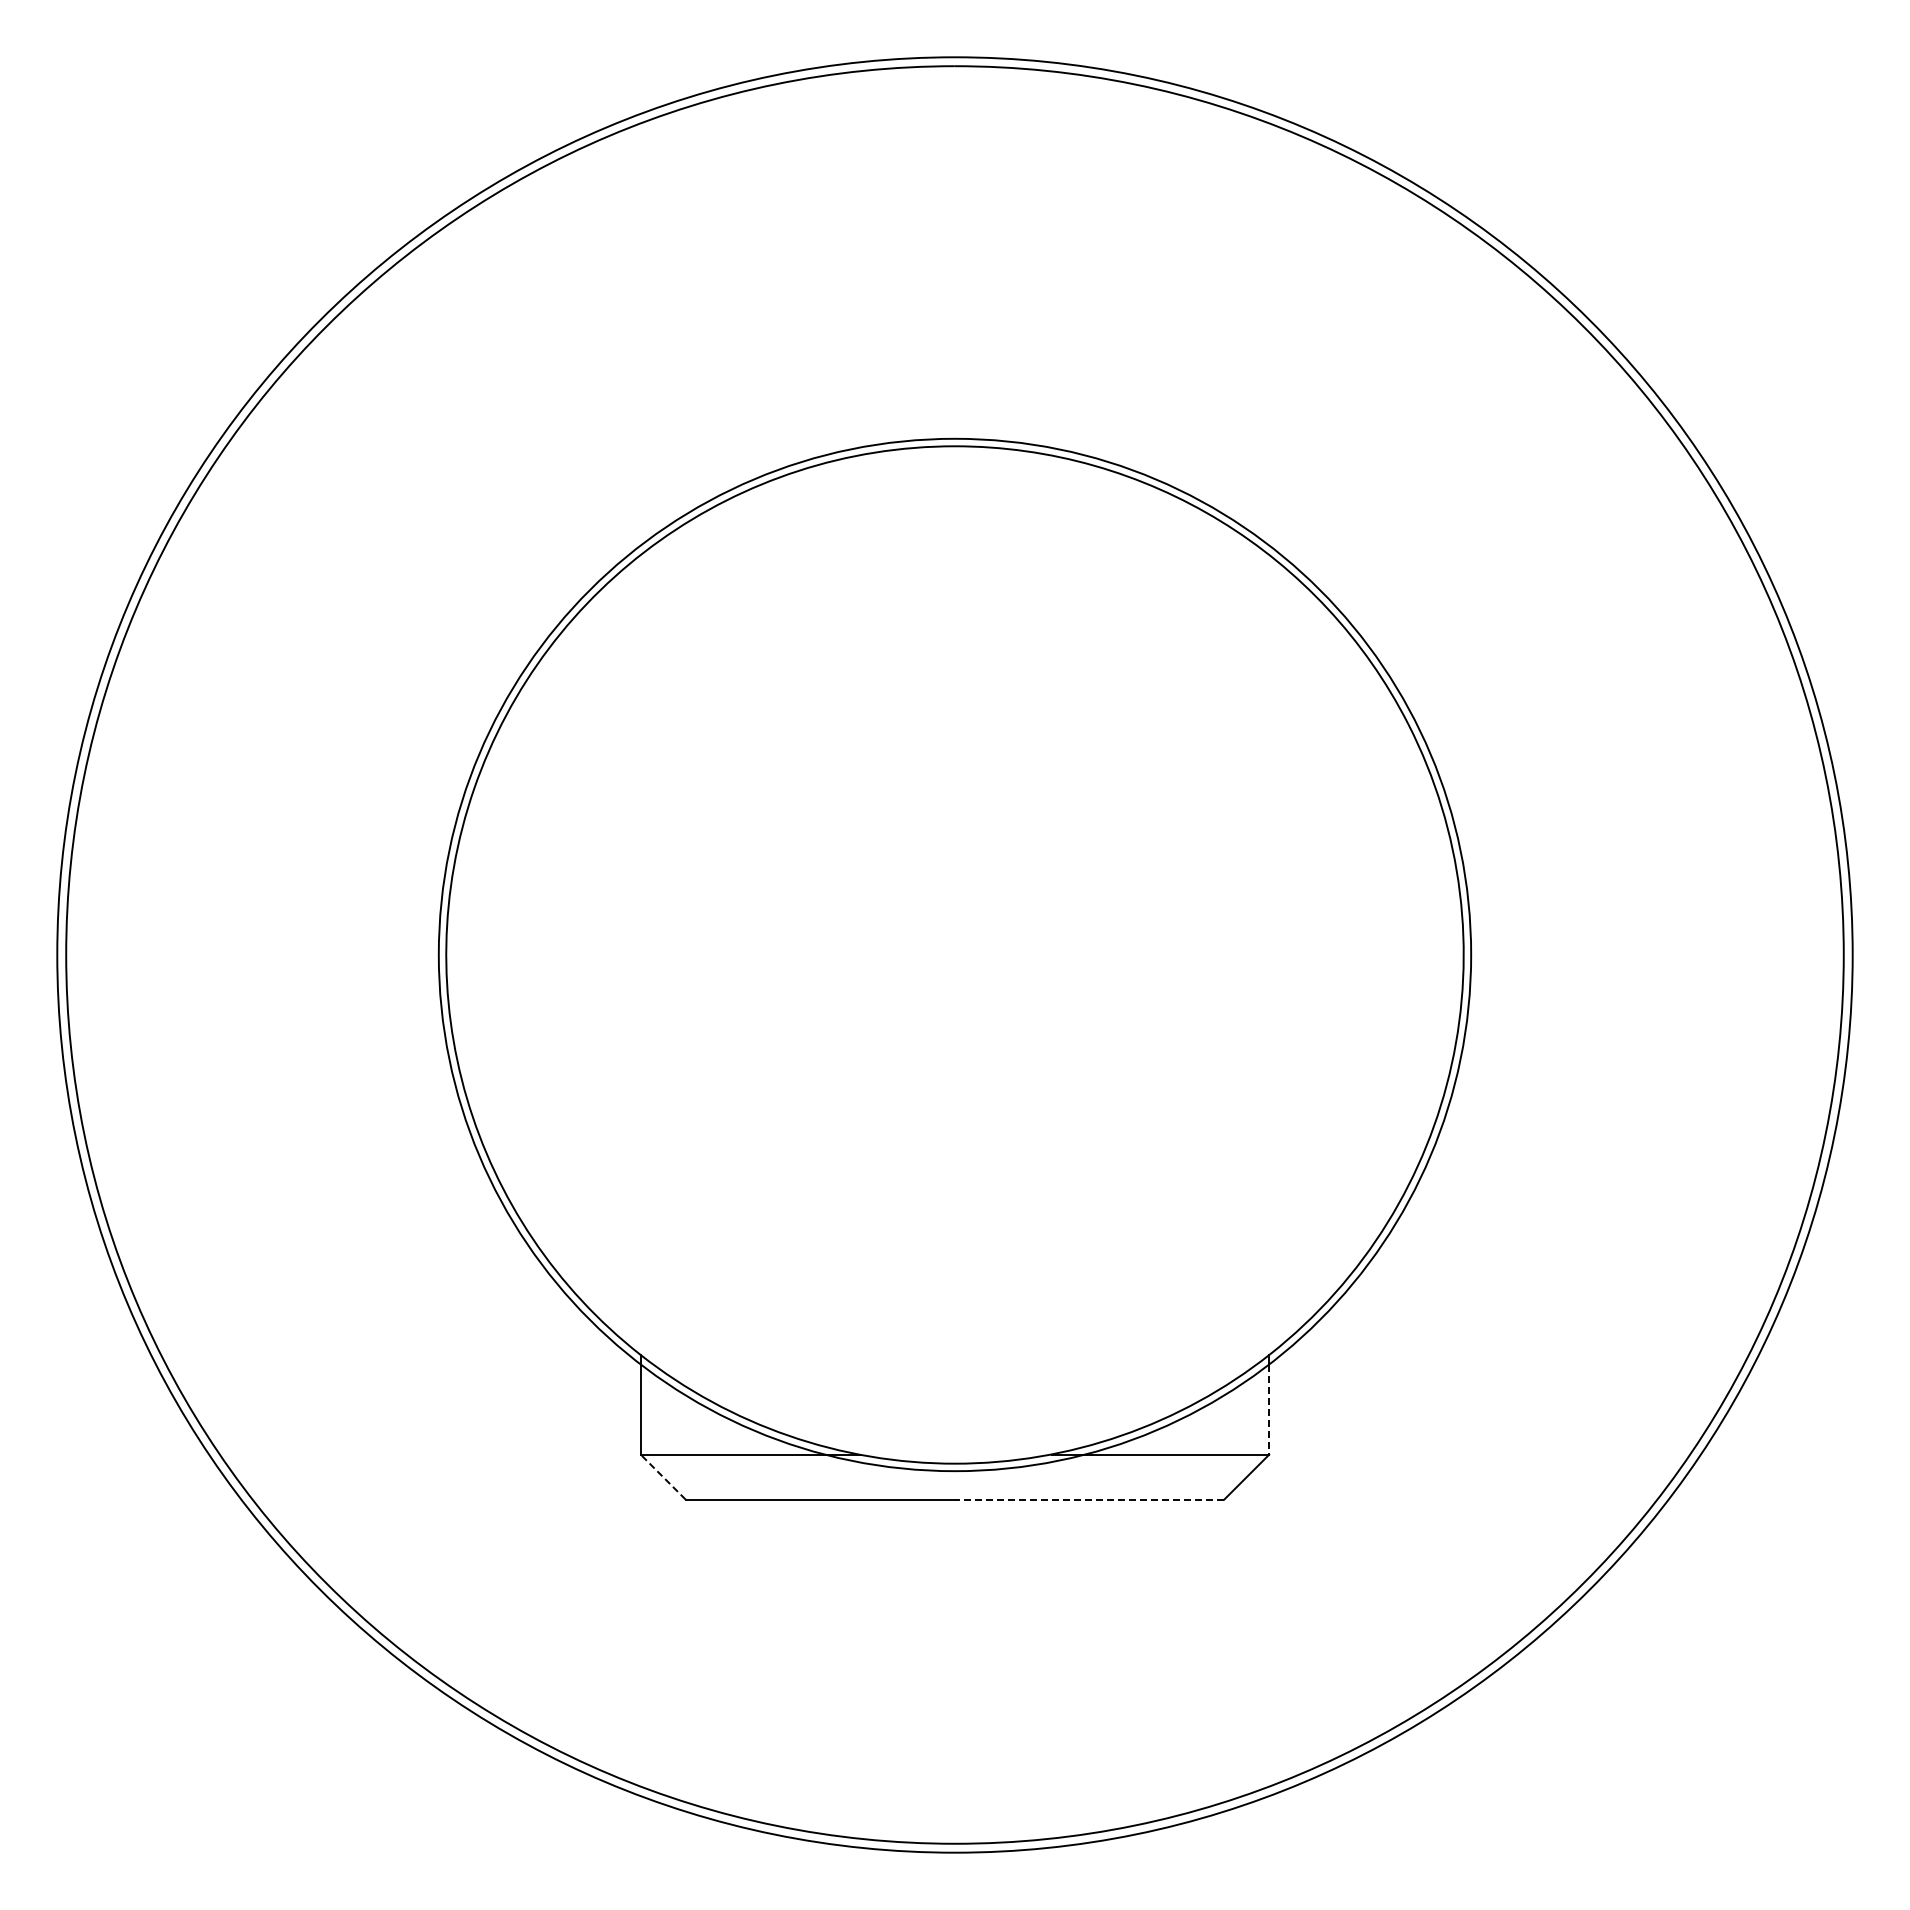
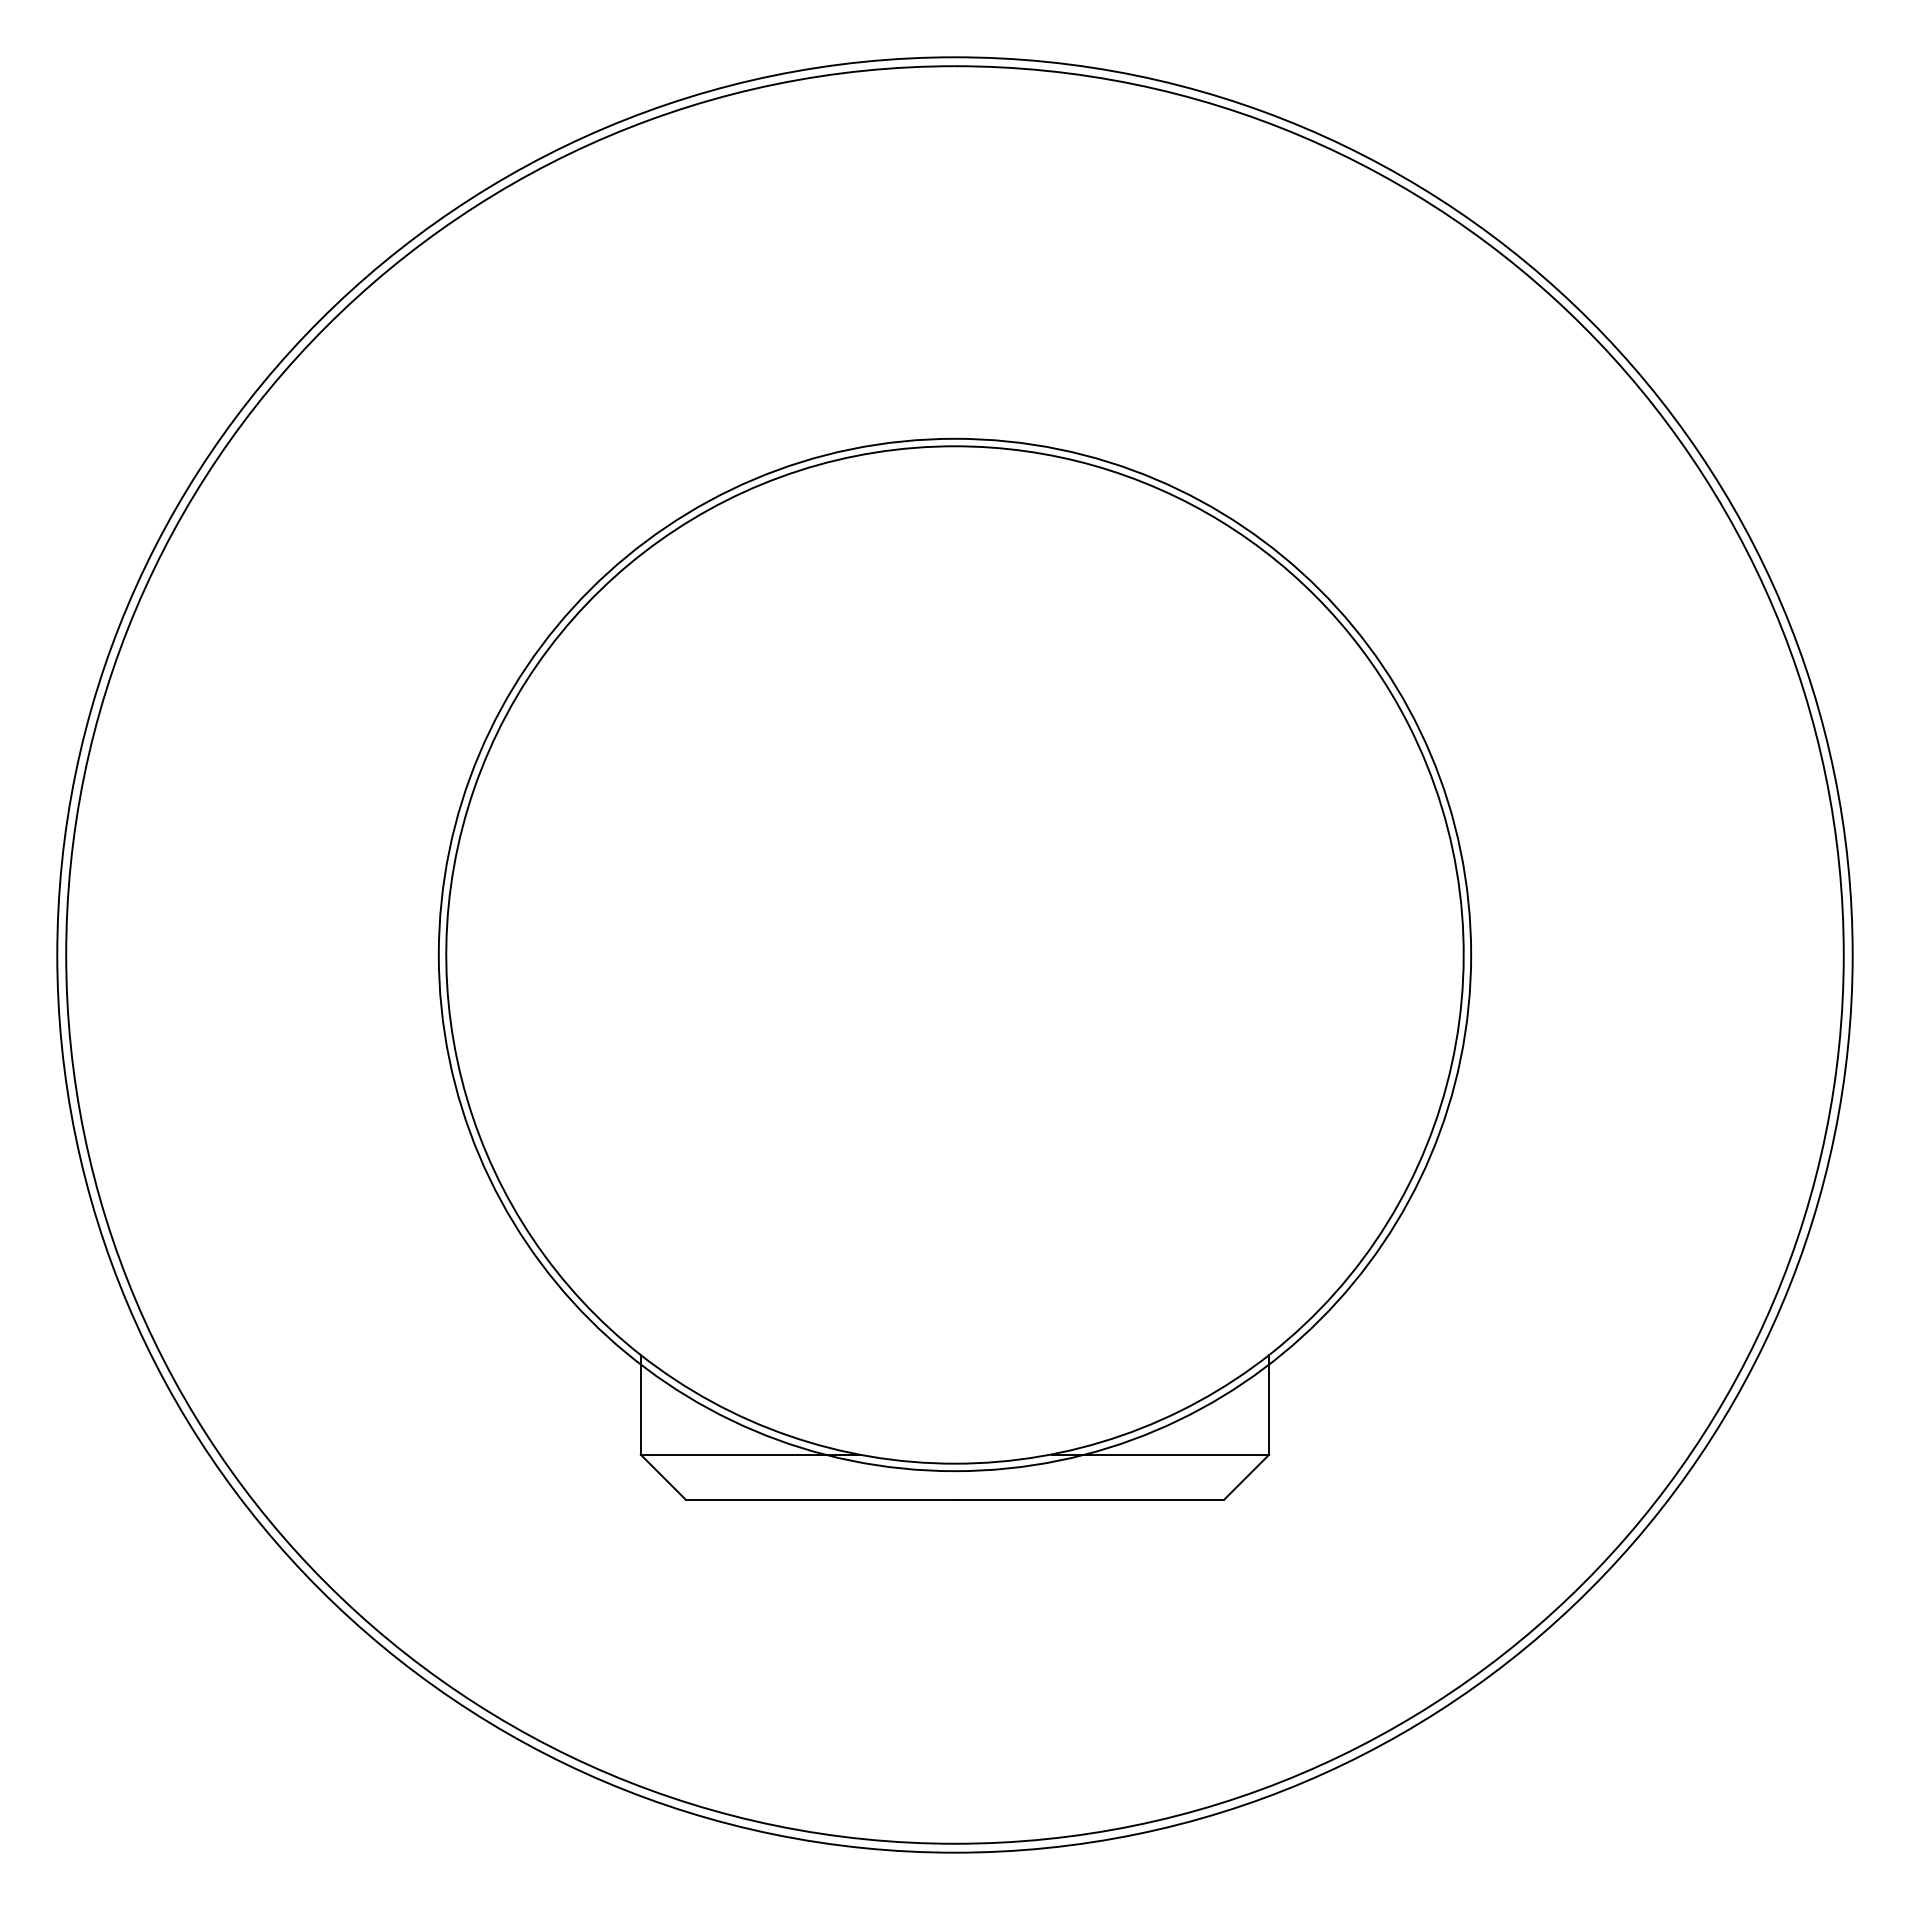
line at (1269, 1410): dashed -> solid
line at (663, 1477): dashed -> solid
line at (1089, 1499): dashed -> solid
